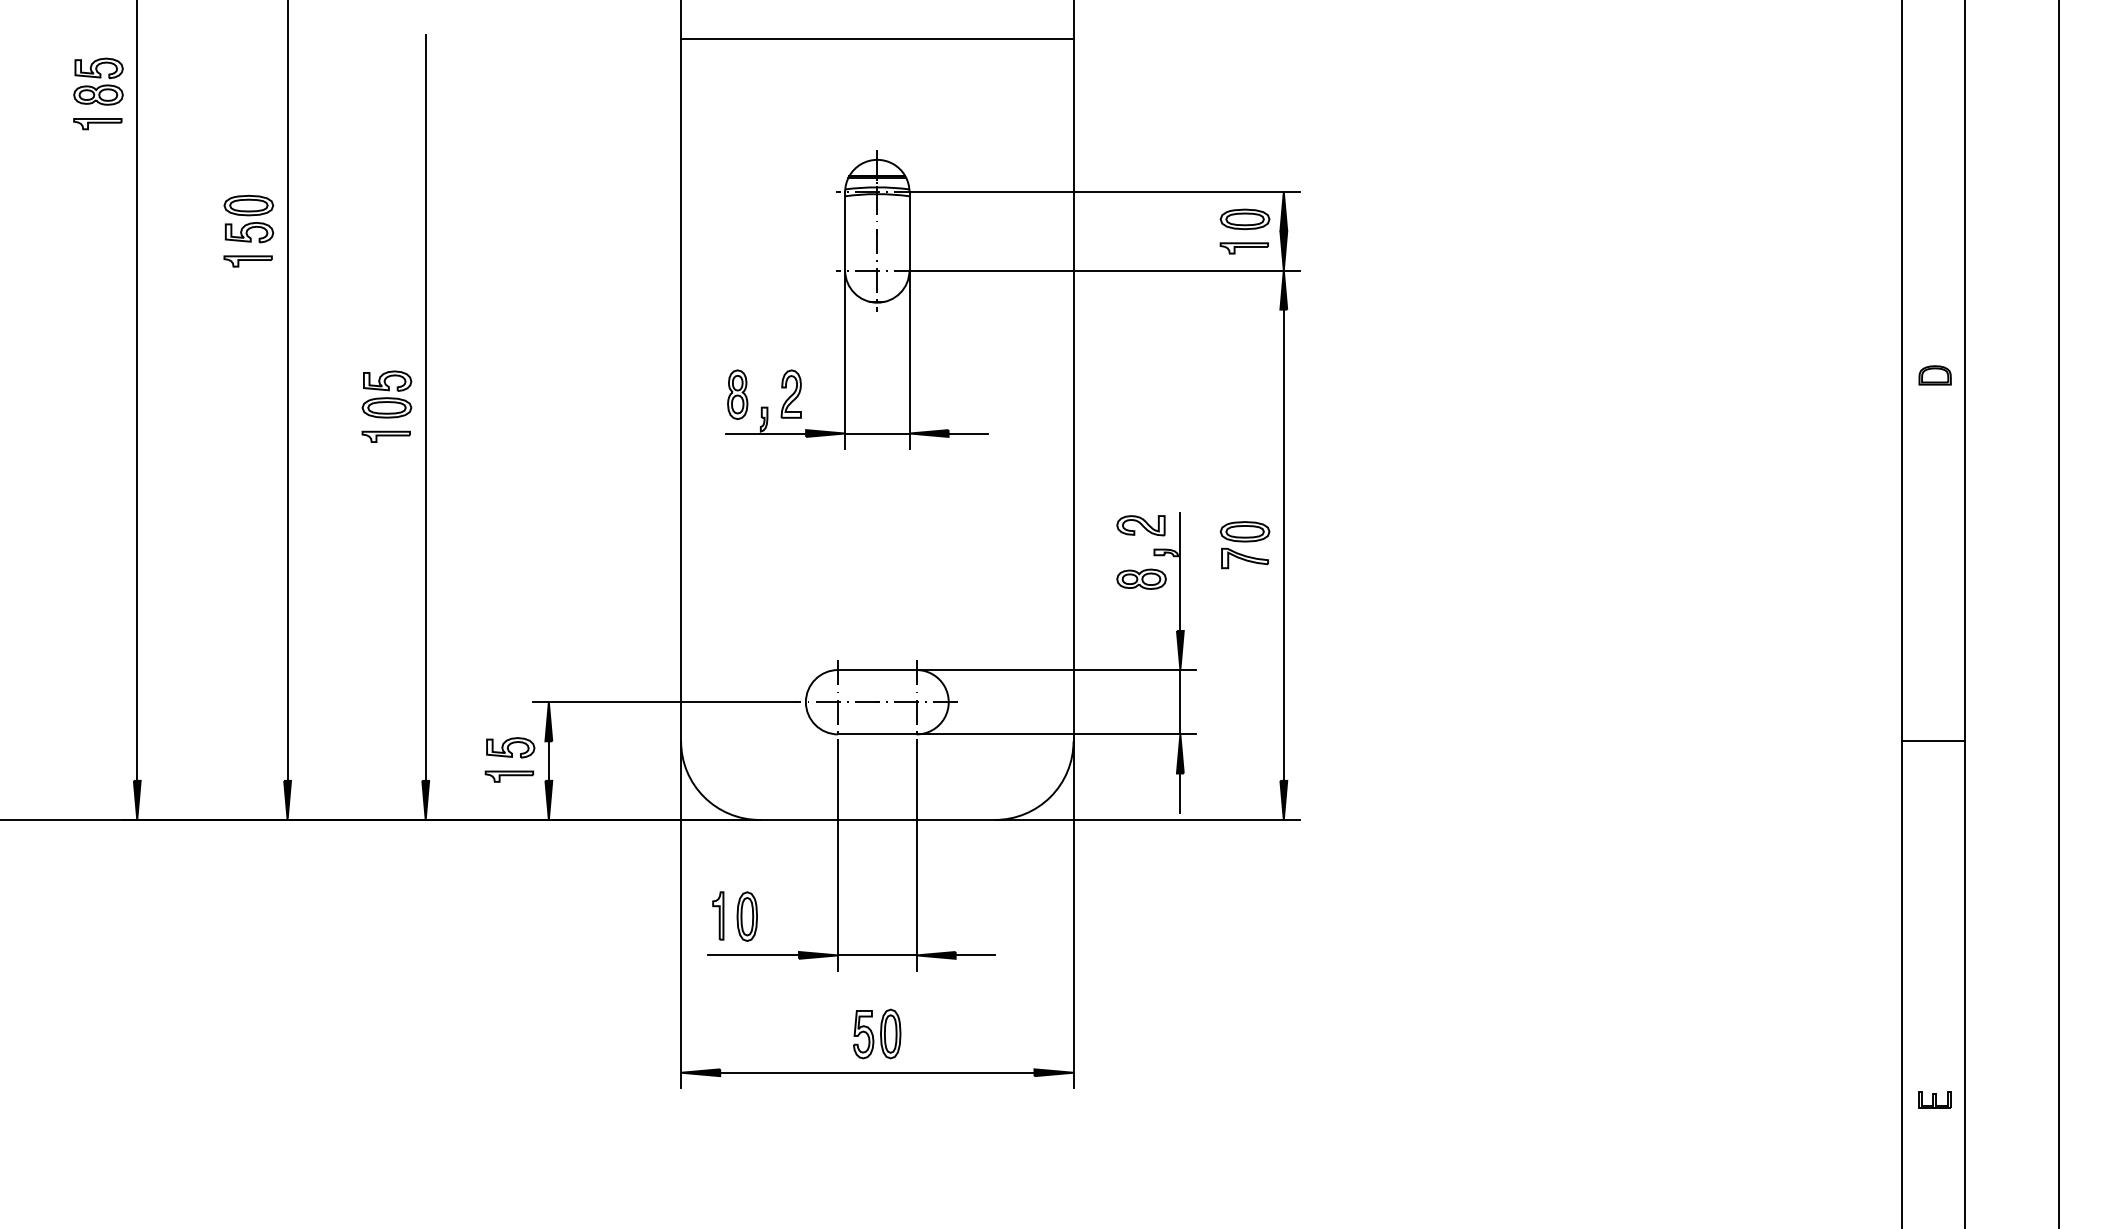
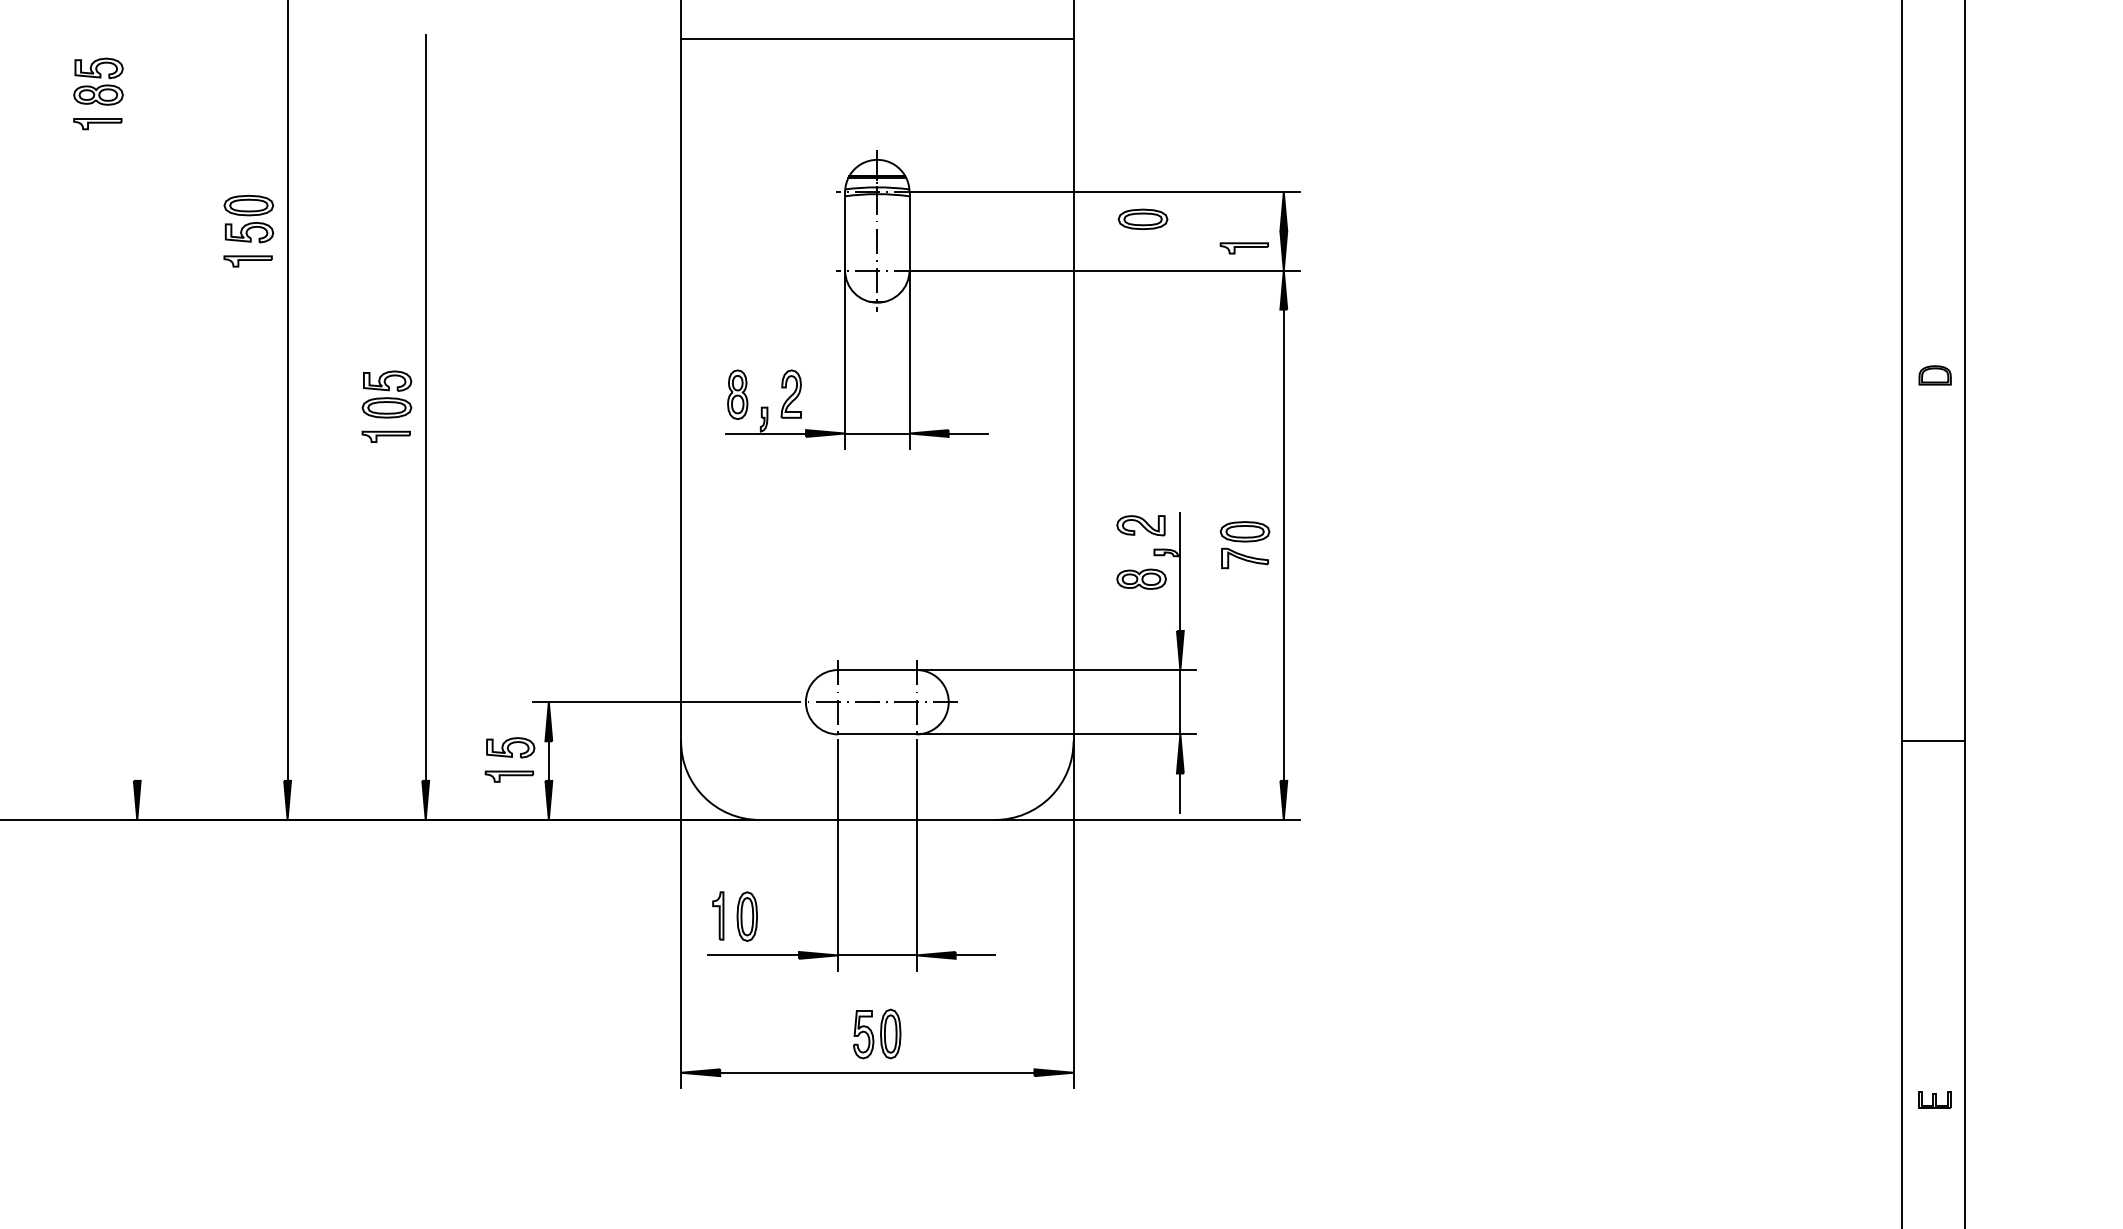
part at (1244, 219) position: (1244, 219) -> (1142, 219)
line at (137, 391): present -> none
line at (2059, 613): present -> none
